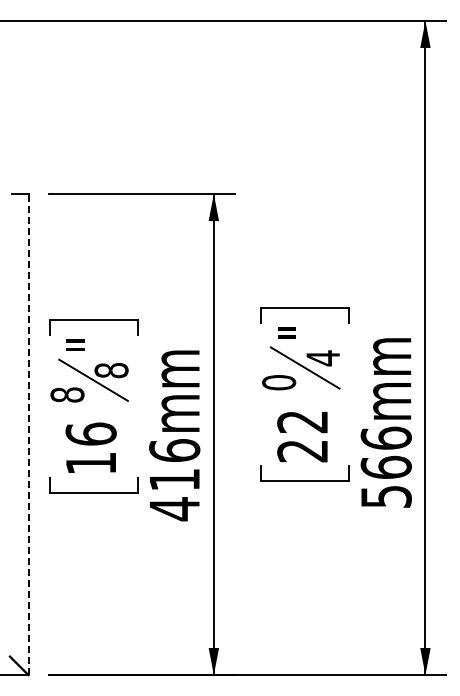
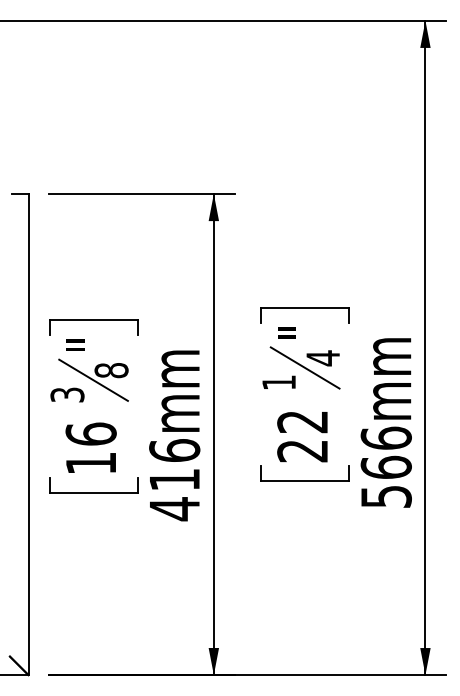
text at (279, 382): 0 -> 1
text at (67, 394): 8 -> 3
line at (28, 434): dashed -> solid
